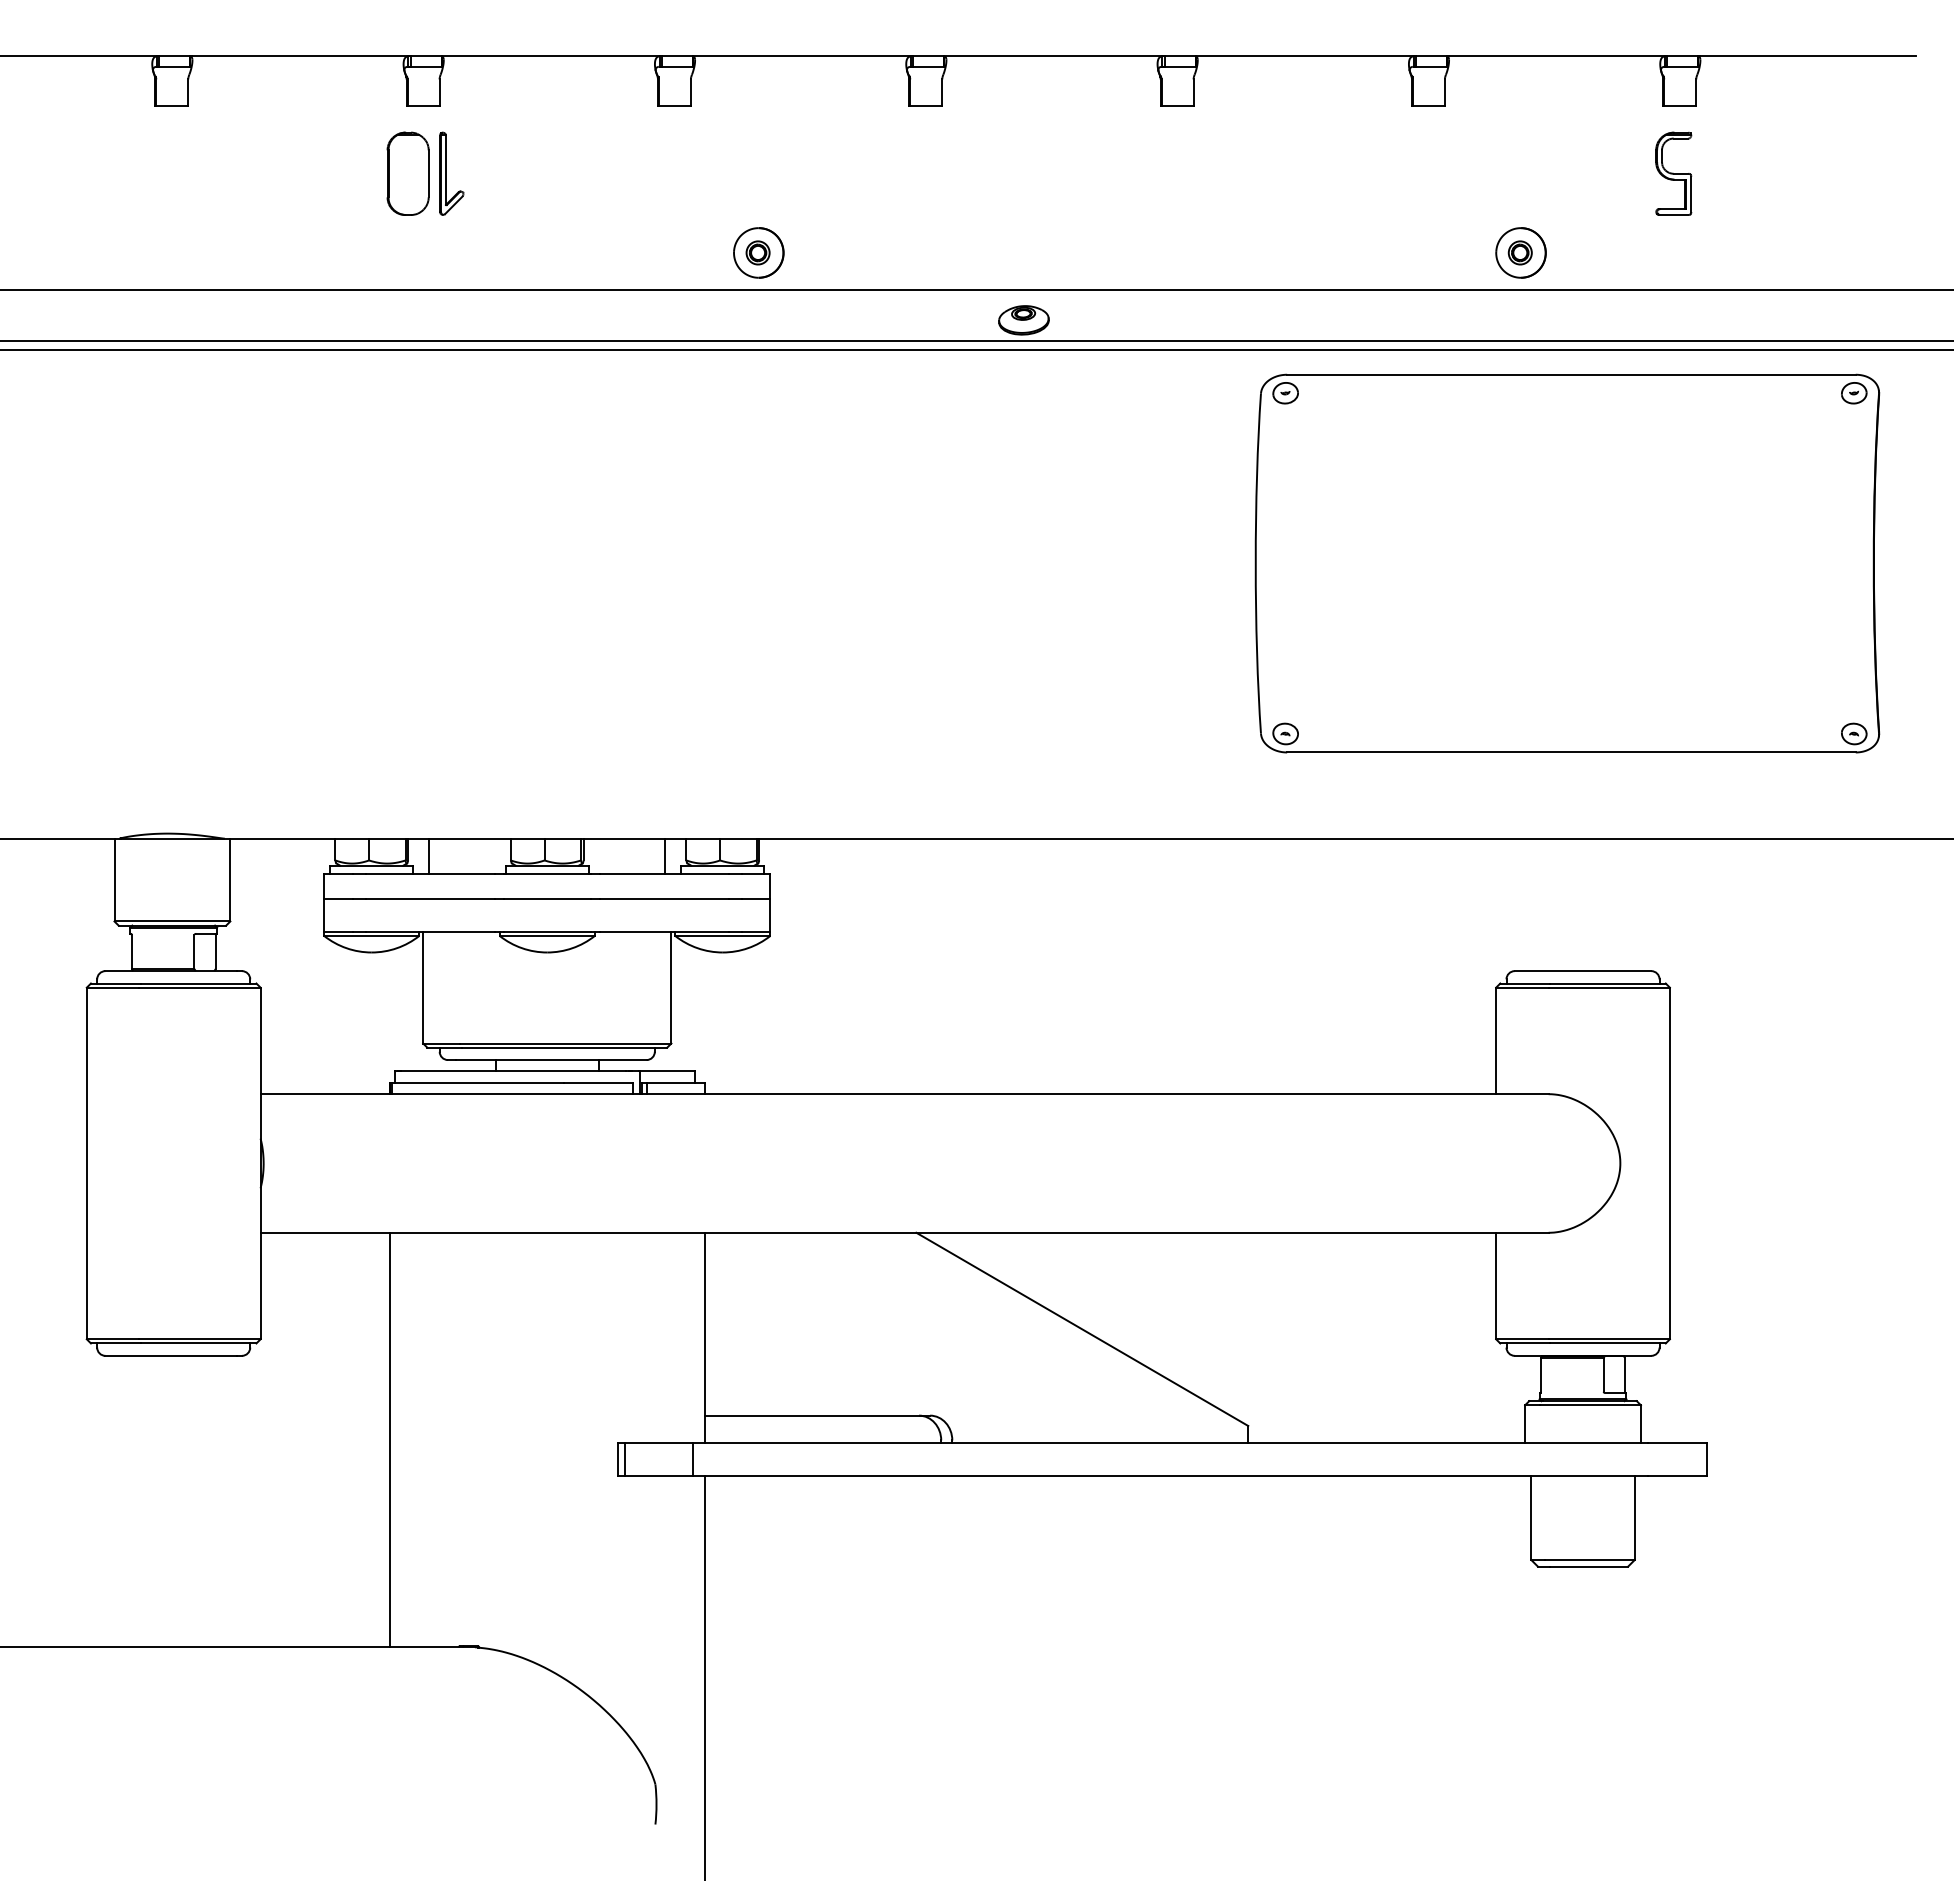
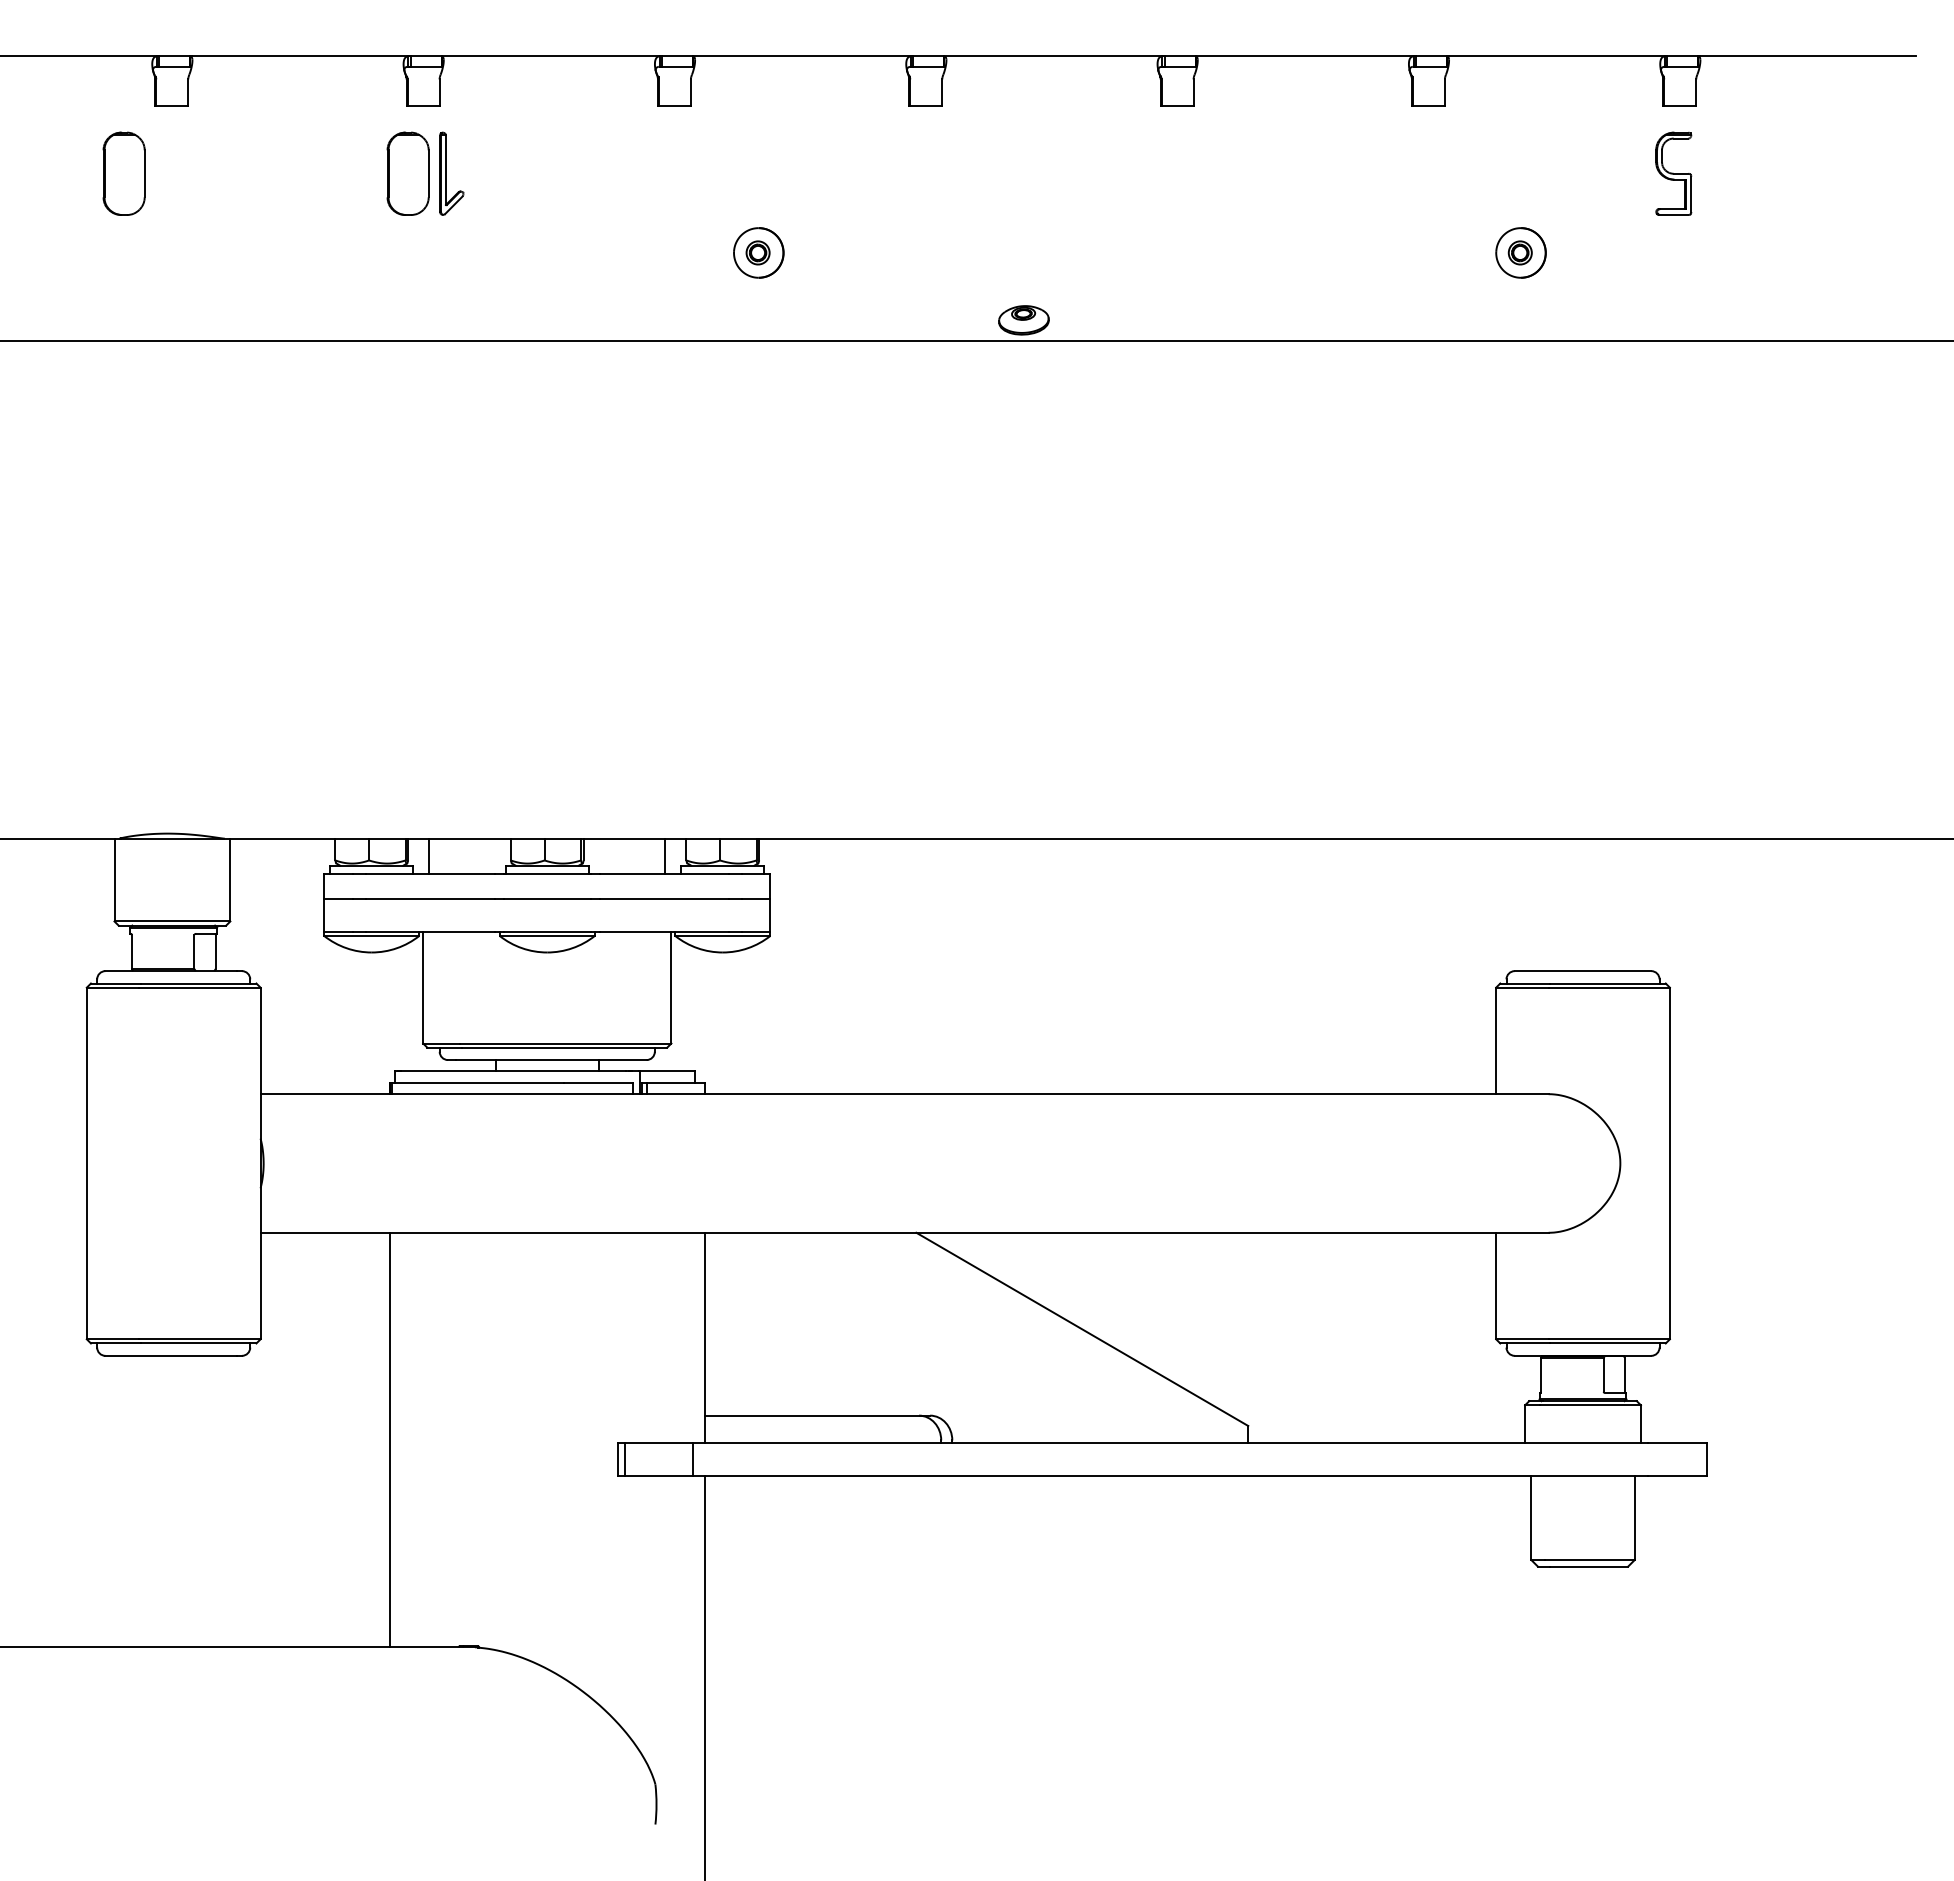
part at (123, 173): none -> present
line at (976, 290): present -> none
line at (976, 349): present -> none
part at (1567, 563): present -> none
